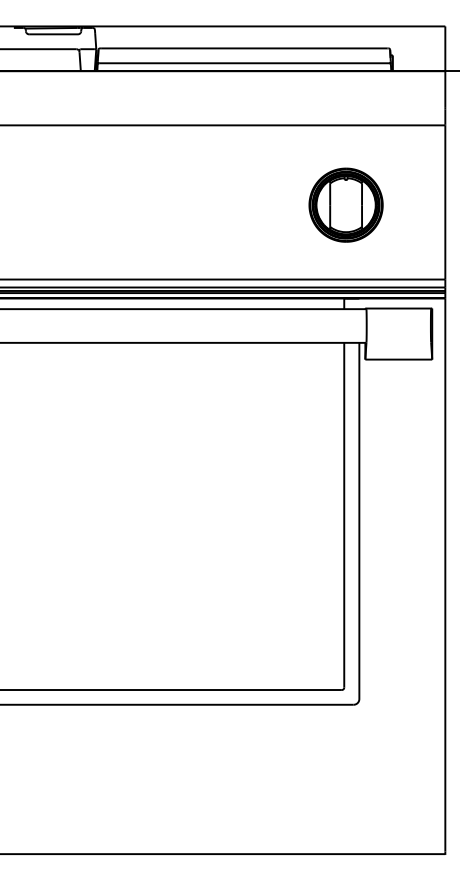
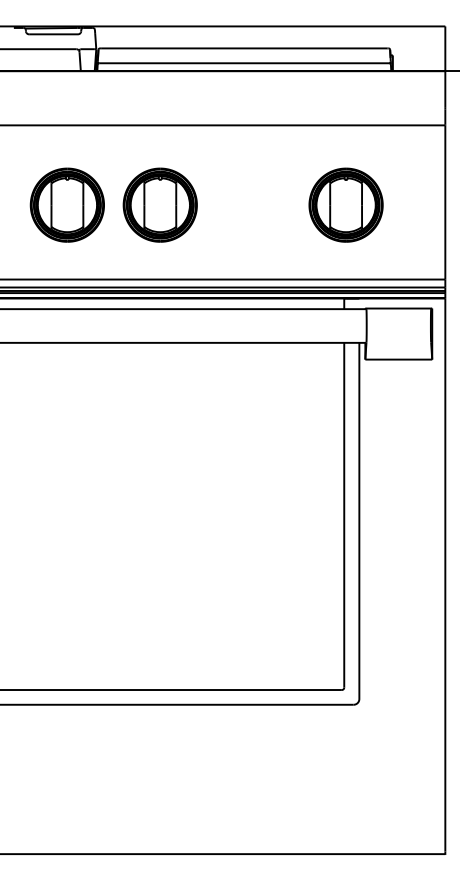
part at (66, 204): none -> present
part at (159, 204): none -> present
